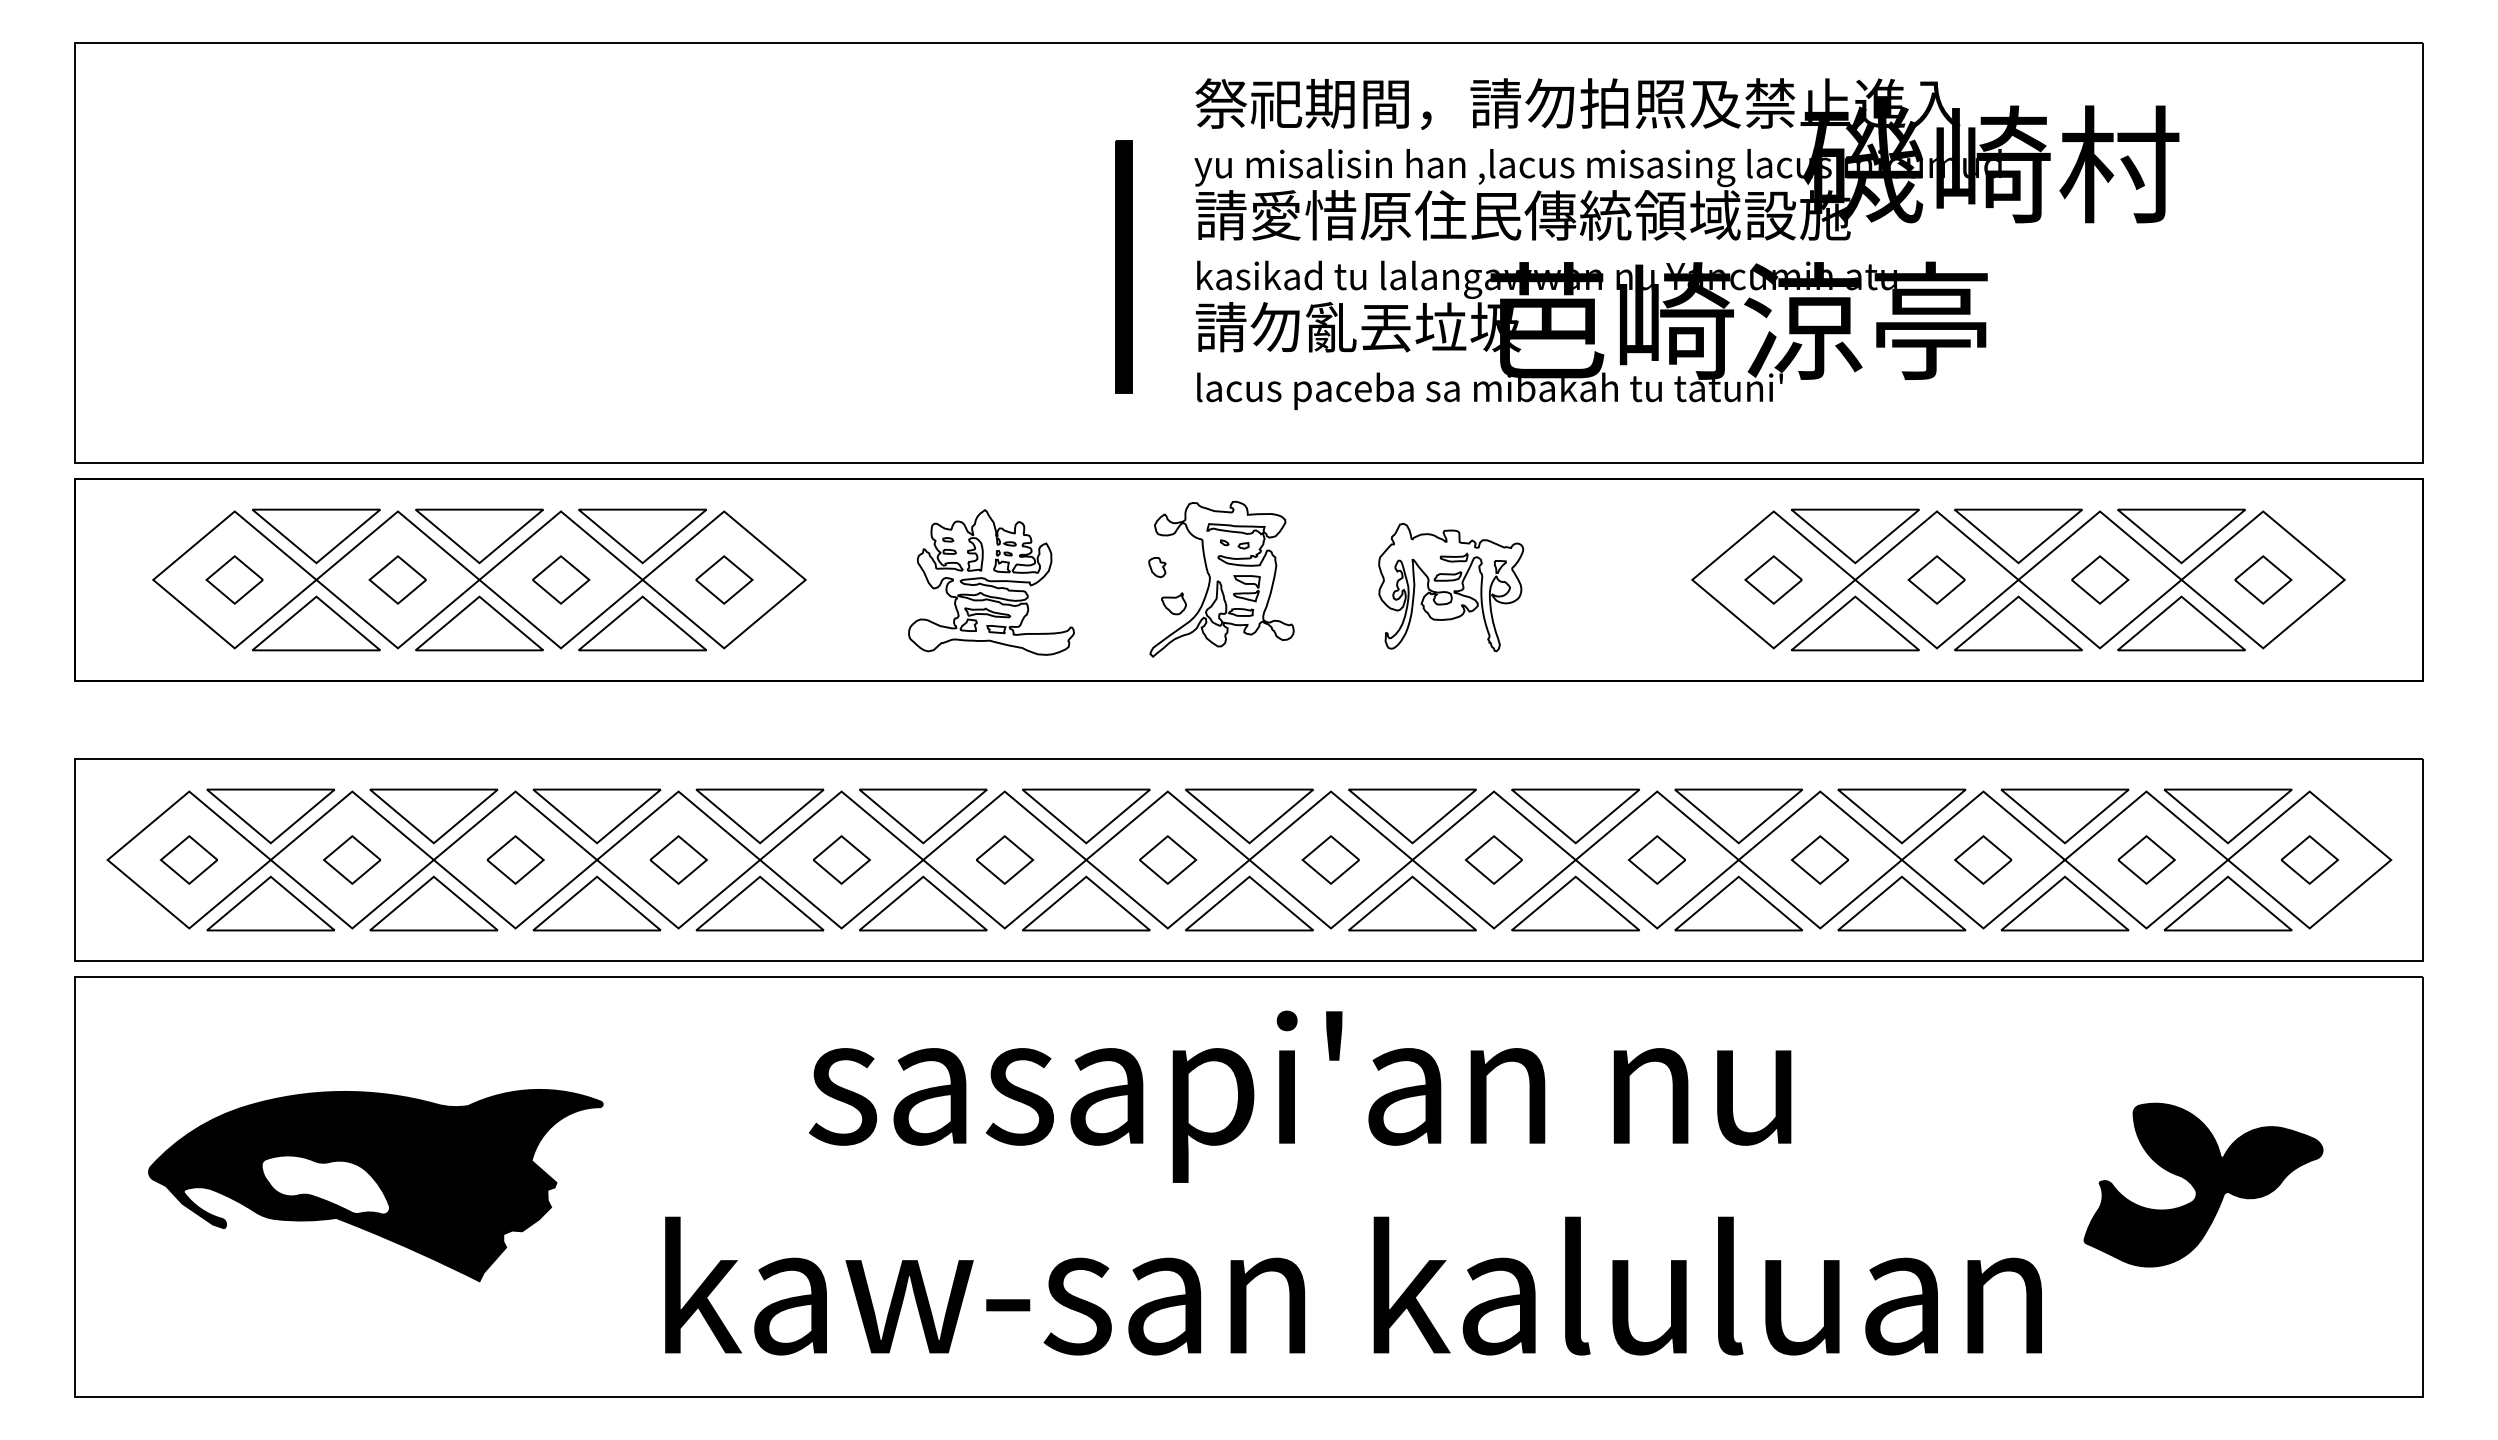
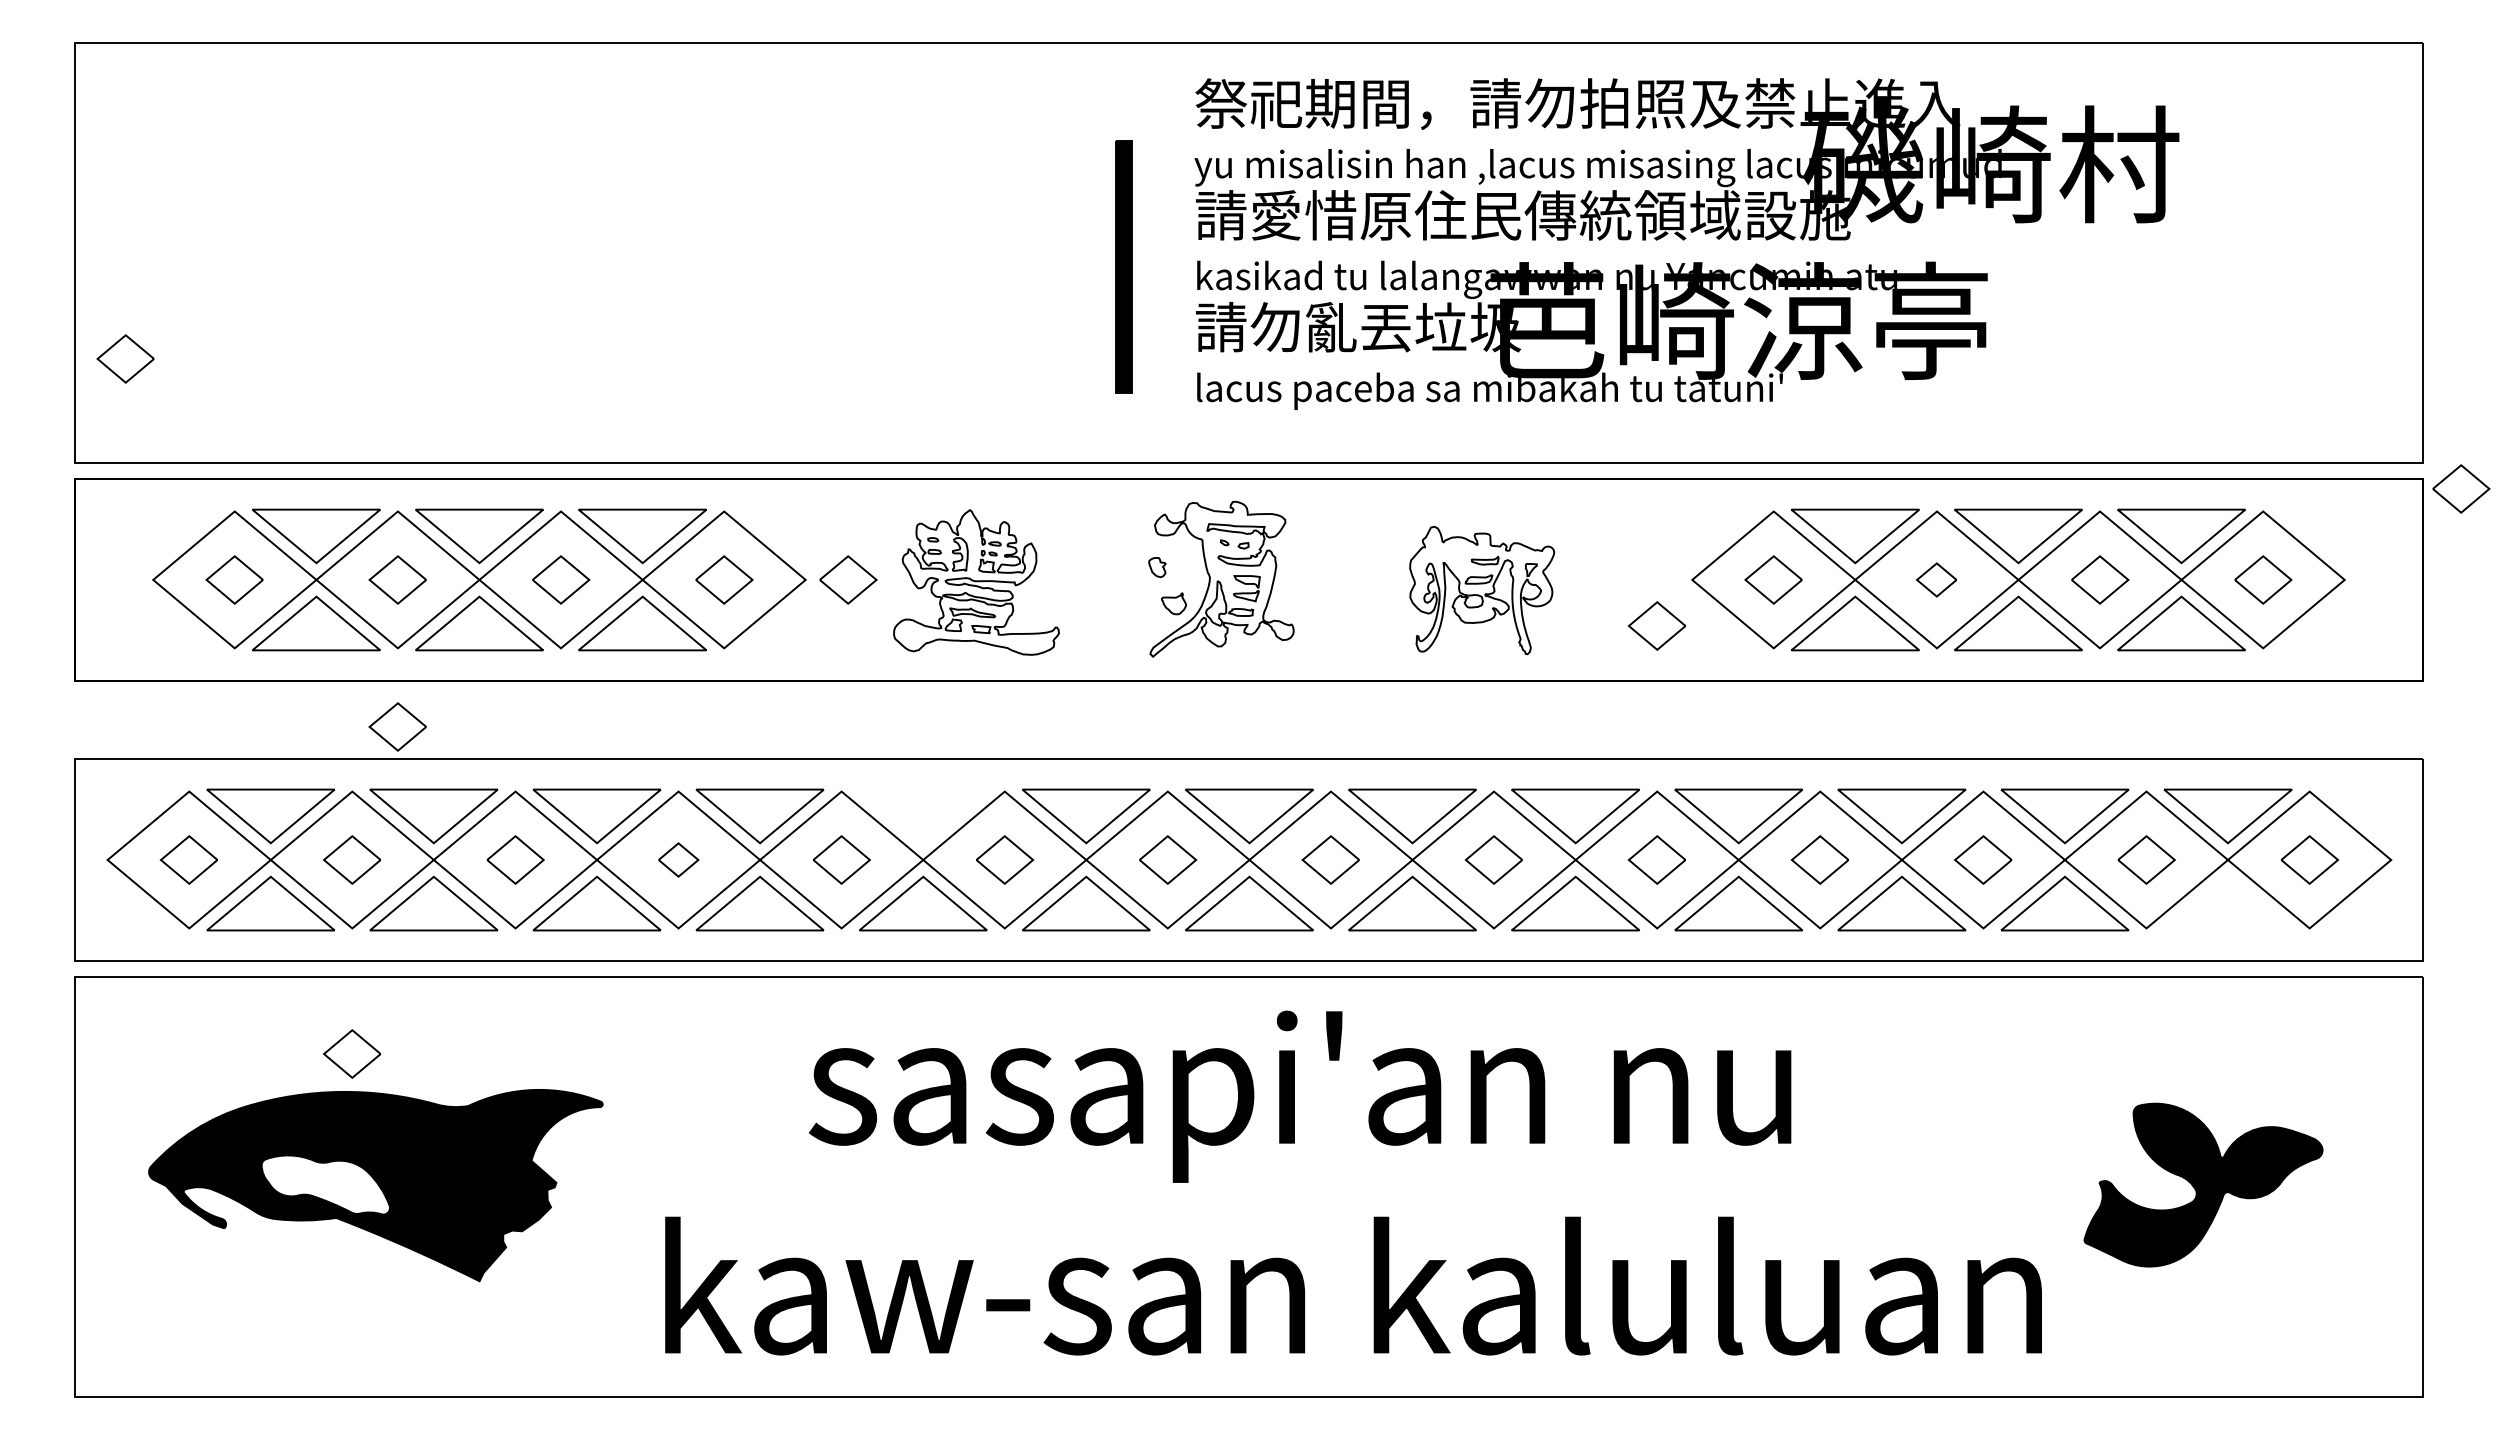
part at (125, 358): none -> present
part at (2461, 488): none -> present
part at (848, 579): none -> present
part at (1936, 579) size: 59x50 px -> 42x36 px
part at (991, 582) position: (991, 582) -> (976, 582)
part at (1451, 587) position: (1451, 587) -> (1482, 590)
part at (1656, 625): none -> present
part at (397, 726): none -> present
part at (923, 816): present -> none
part at (678, 859) size: 59x50 px -> 42x36 px
part at (2227, 903): present -> none
part at (351, 1053): none -> present
